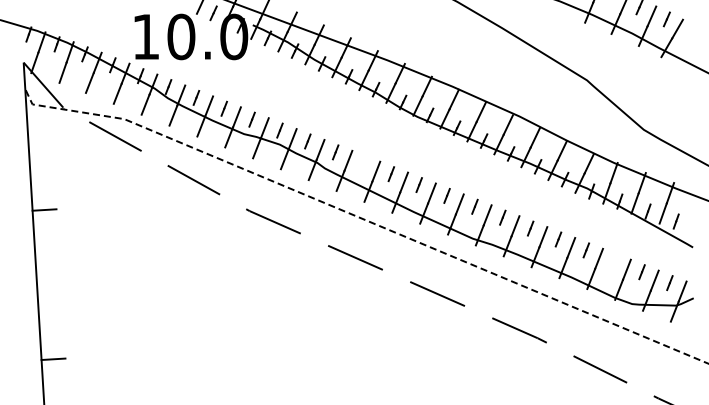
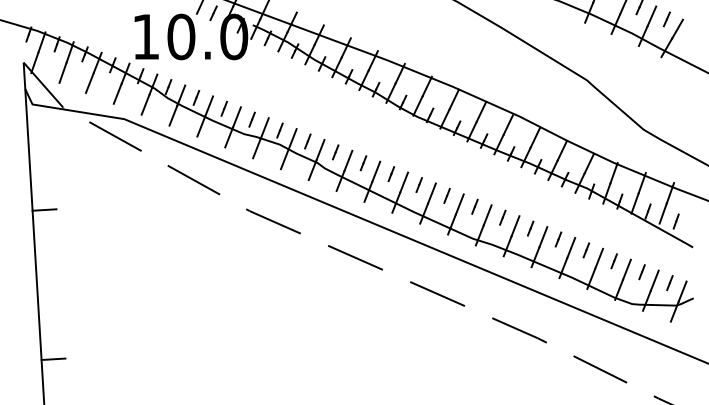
line at (363, 163): none -> present
line at (363, 219): dashed -> solid
line at (613, 261): none -> present
